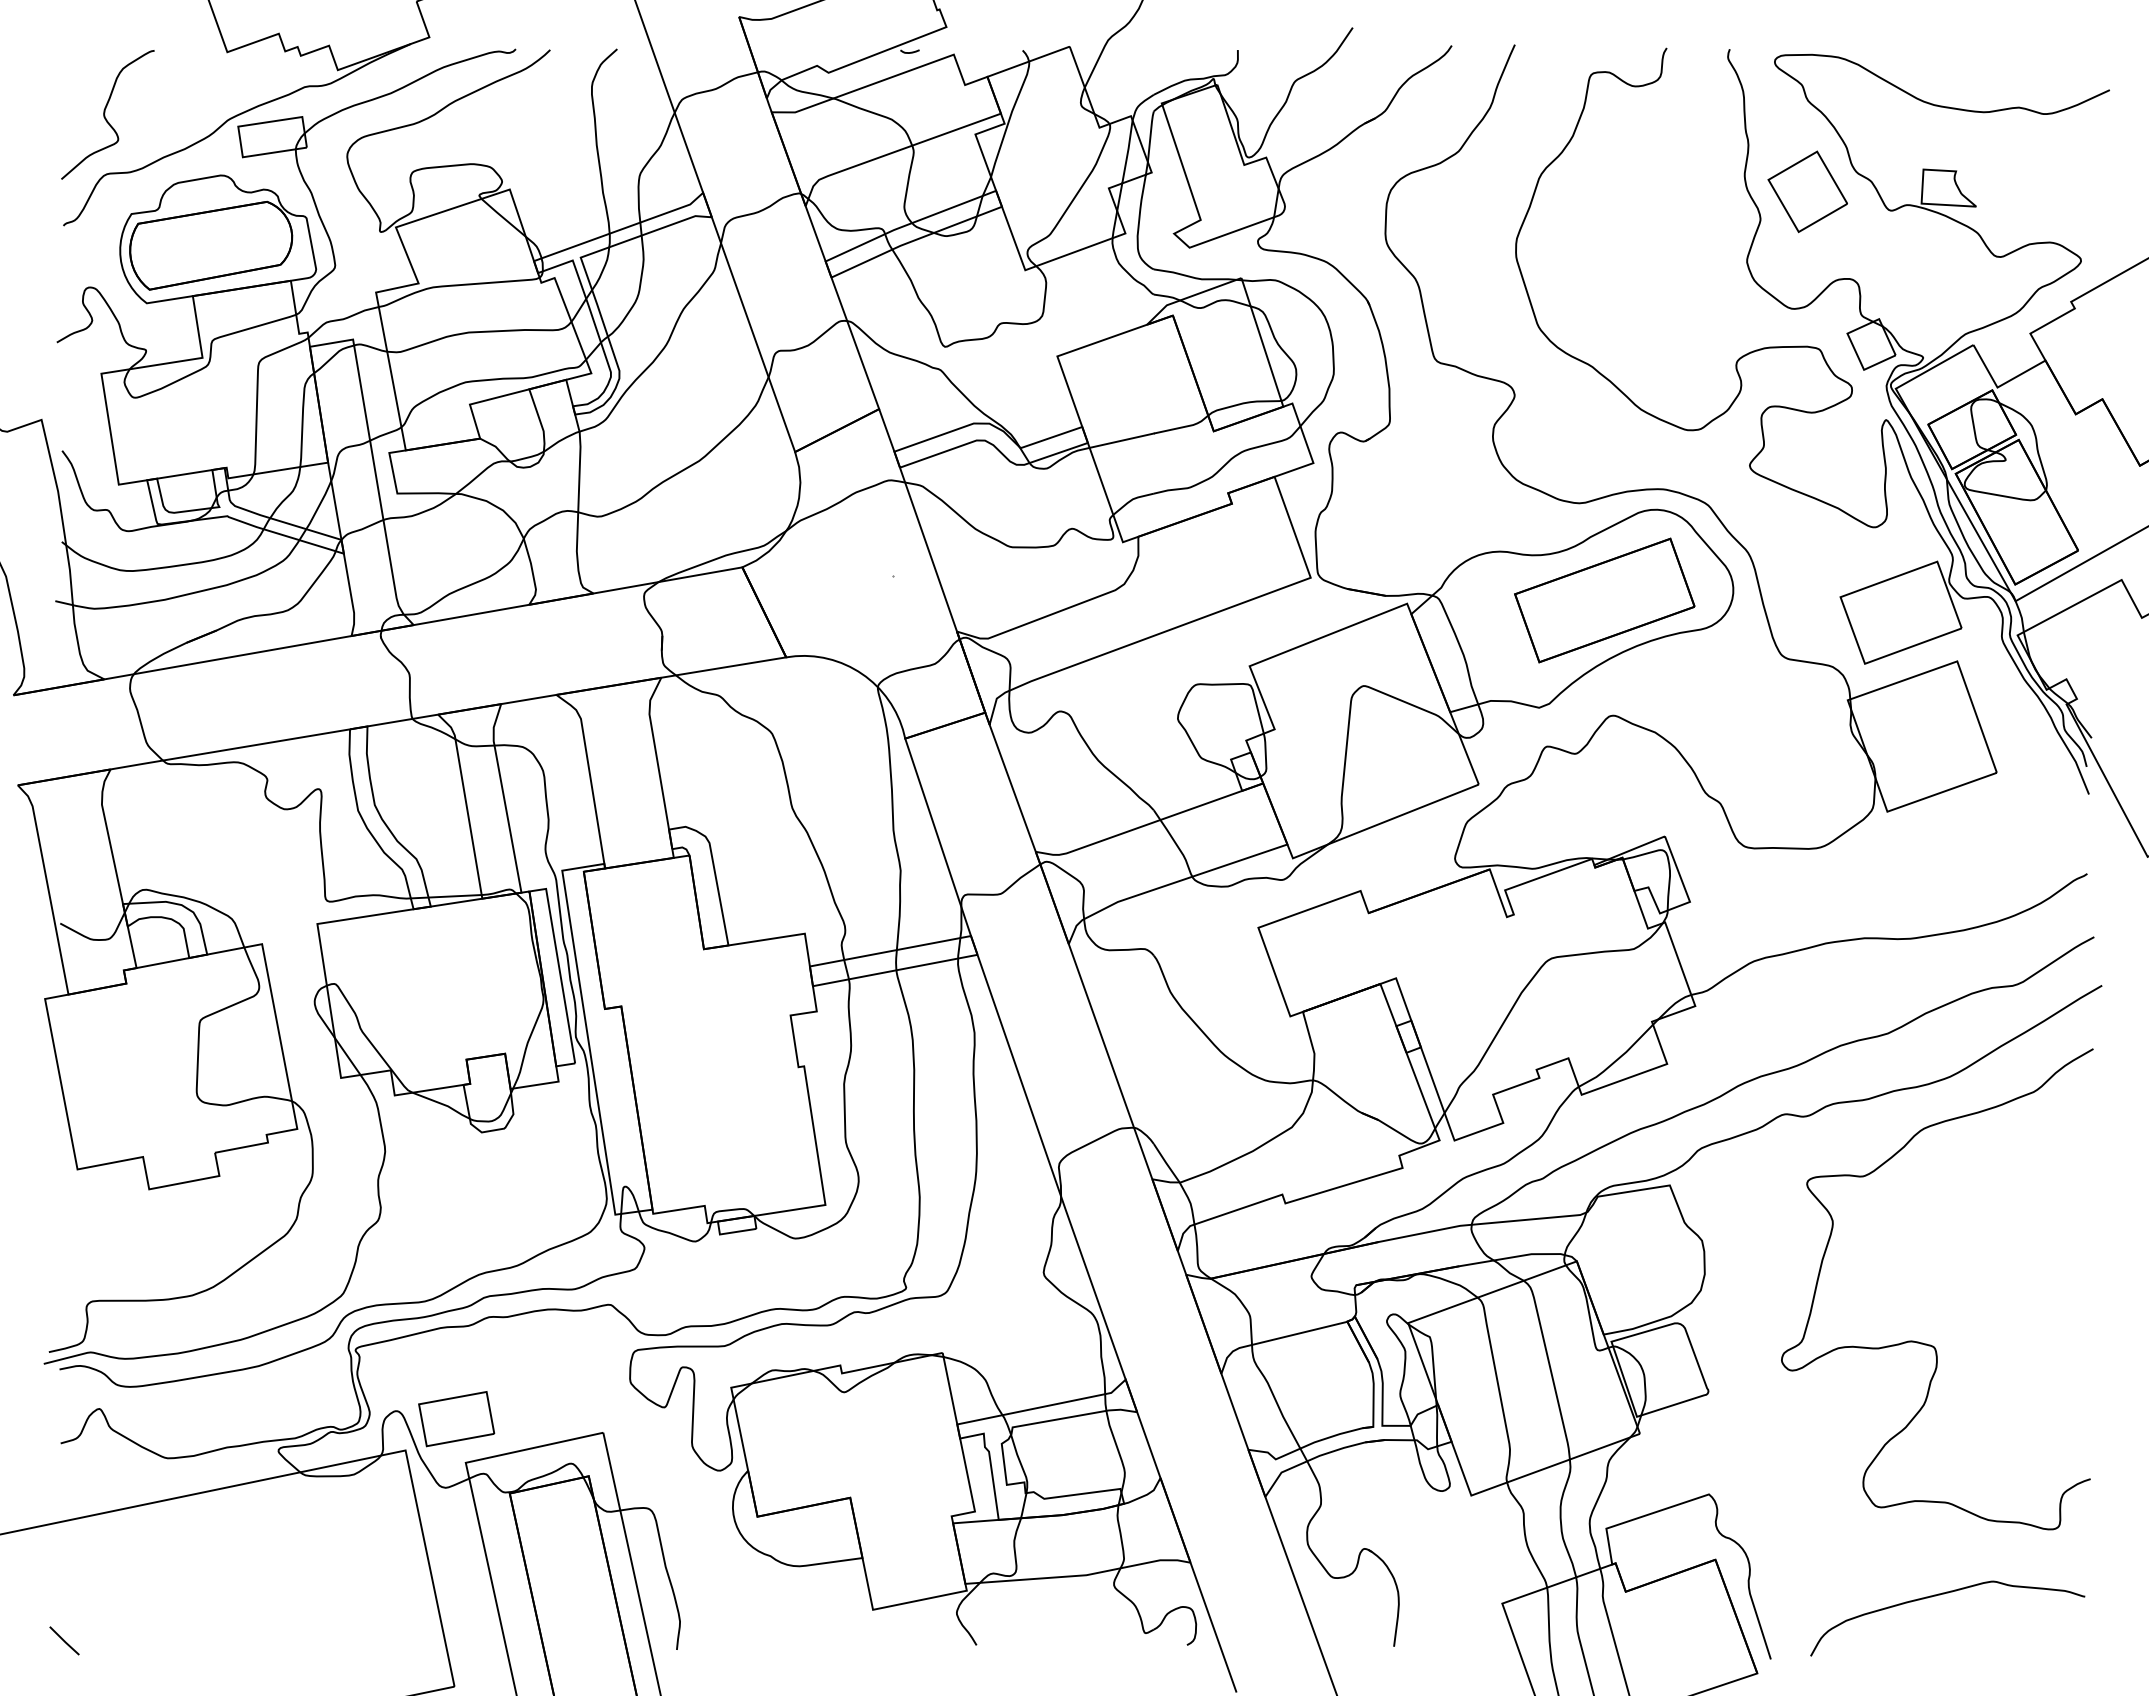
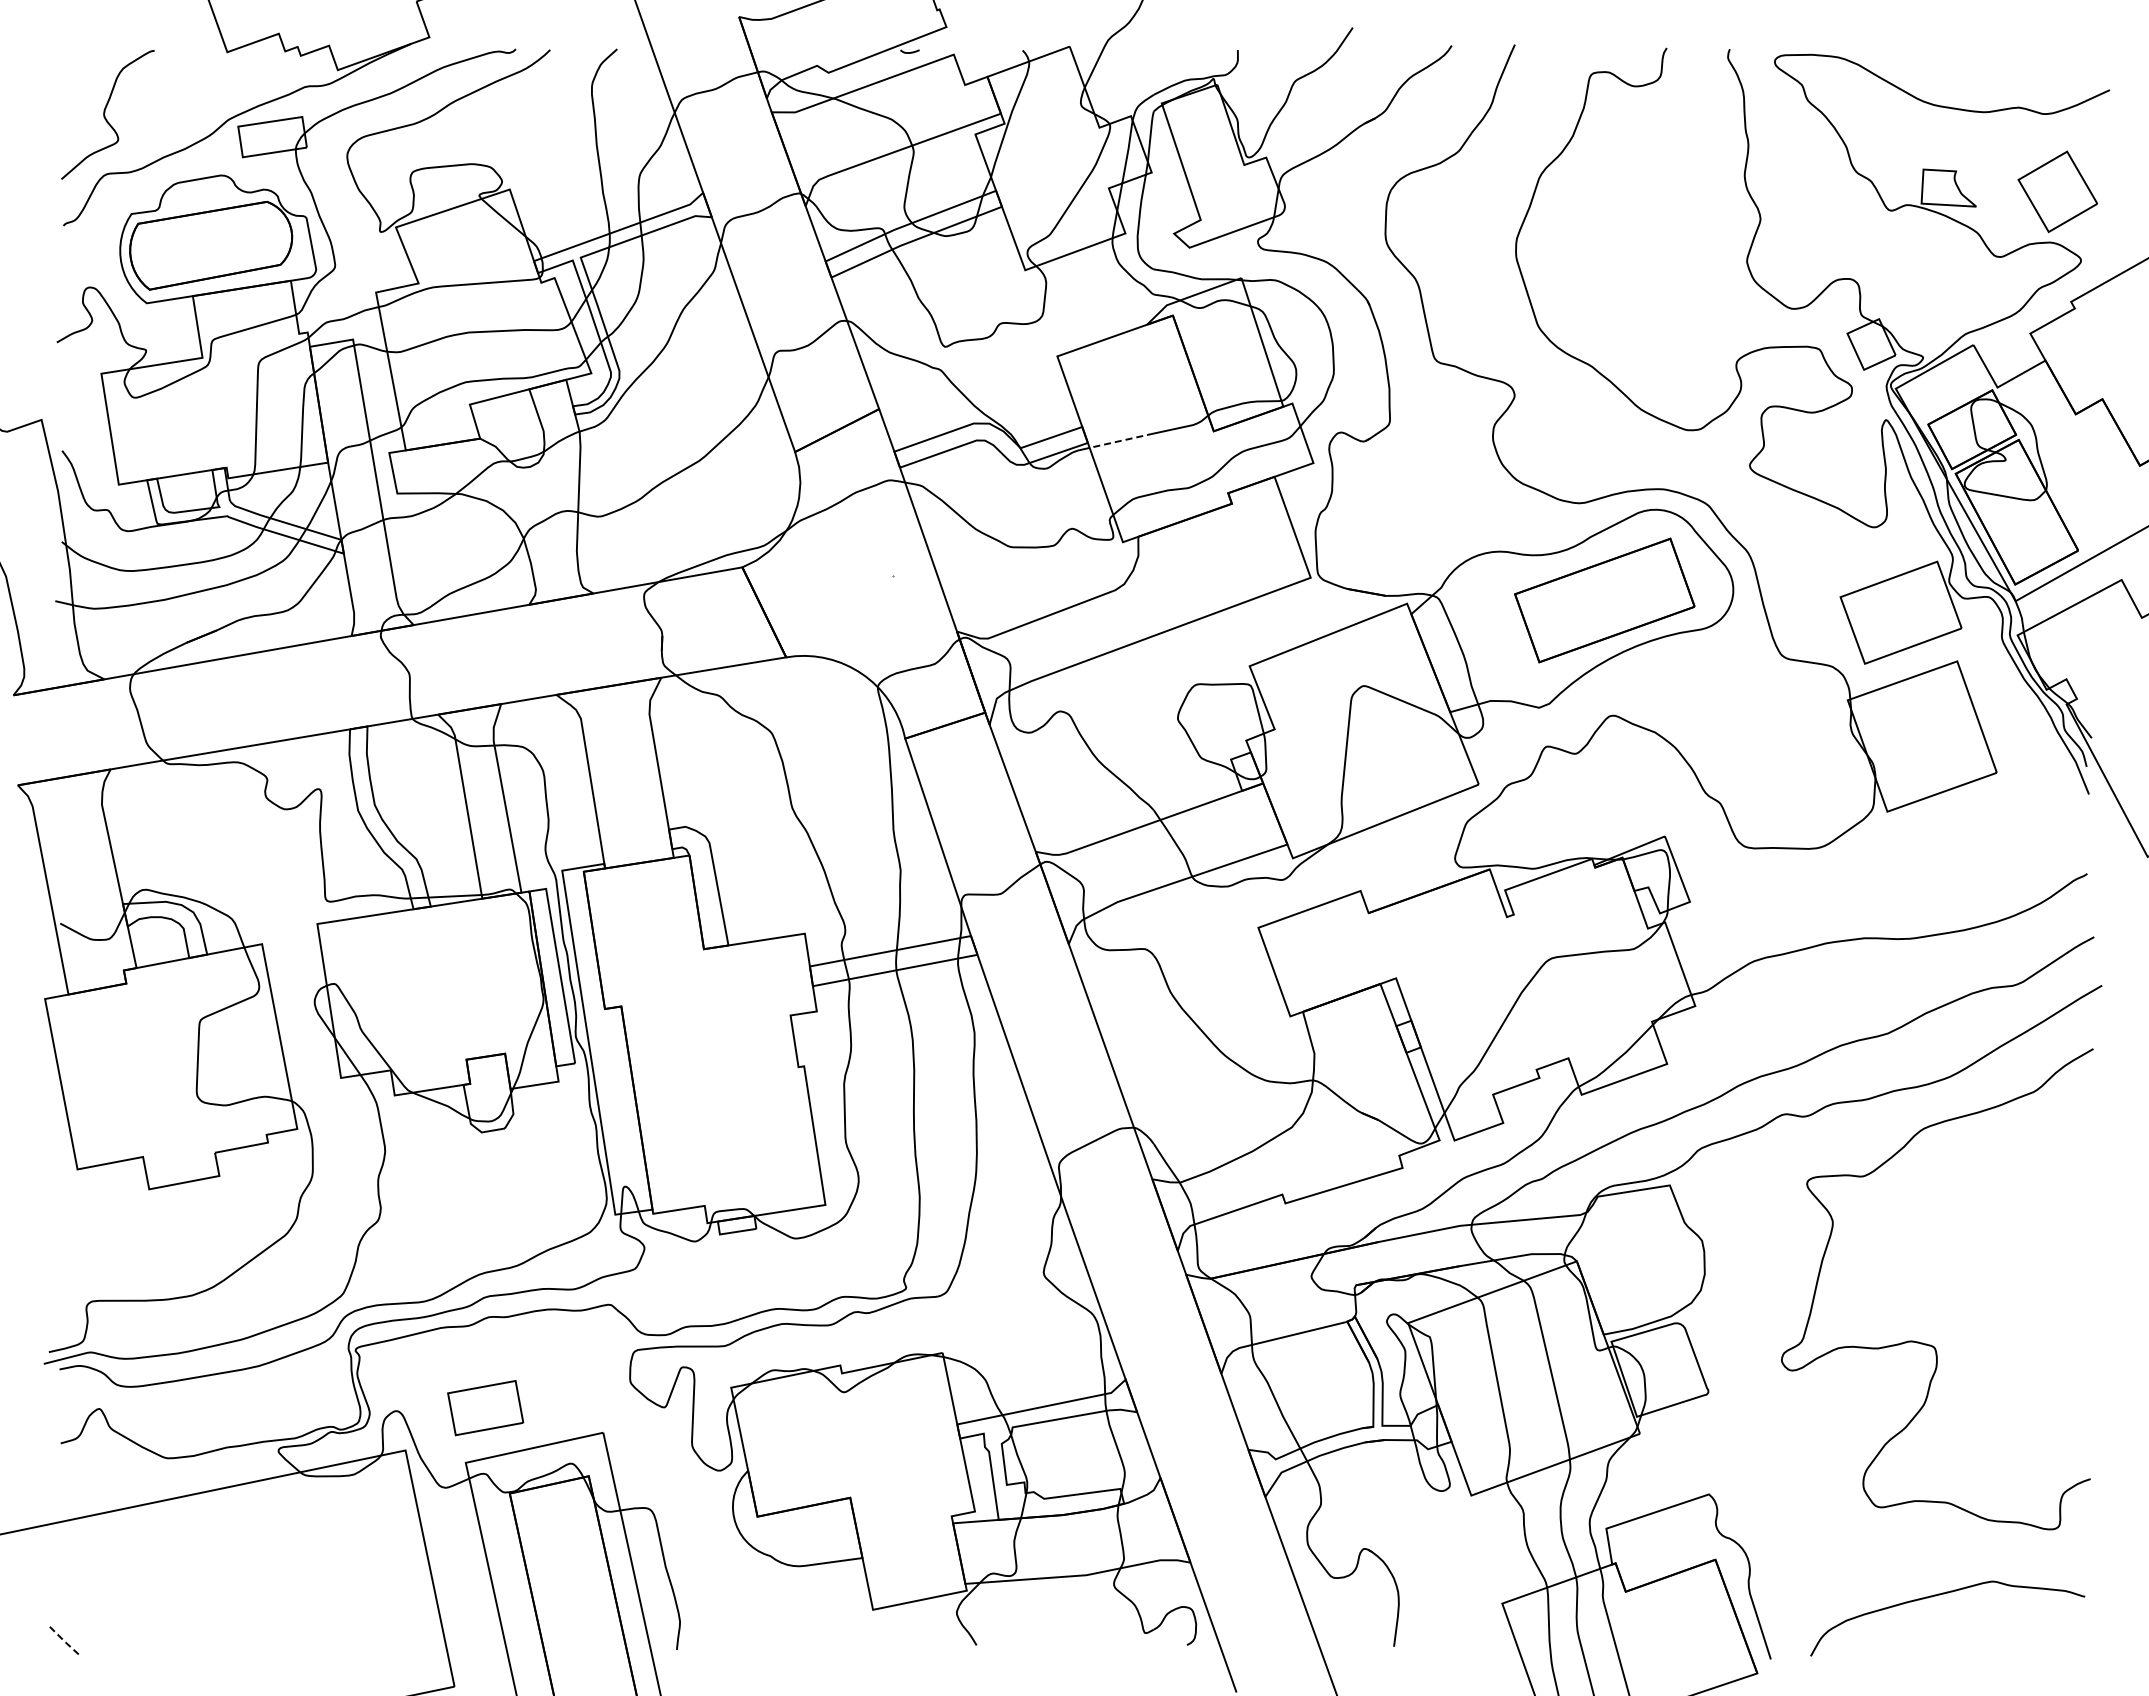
part at (1807, 191) position: (1807, 191) -> (2057, 191)
line at (1121, 440): solid -> dashed
part at (456, 1419) position: (456, 1419) -> (485, 1408)
line at (64, 1641): solid -> dashed
